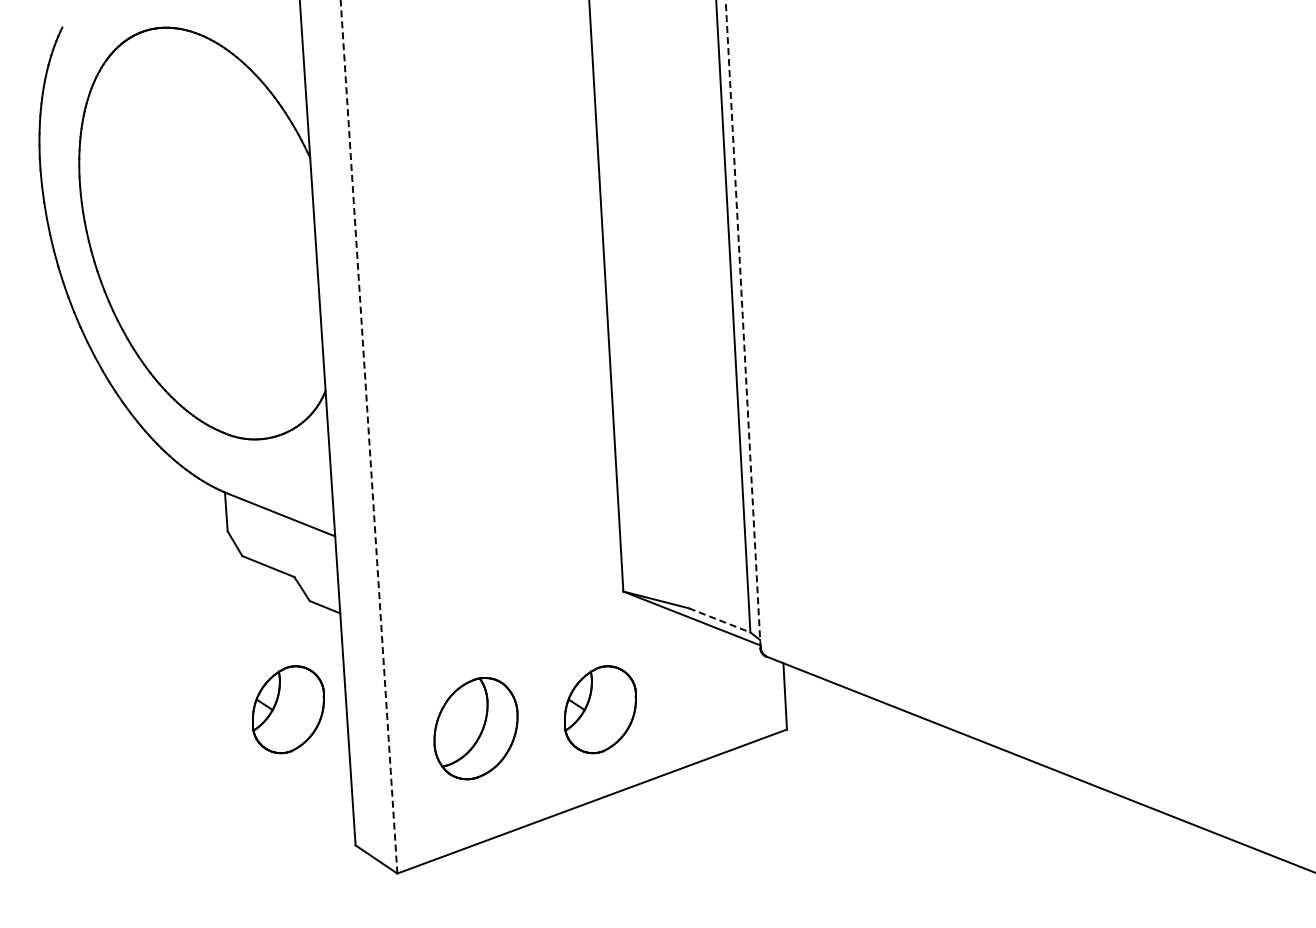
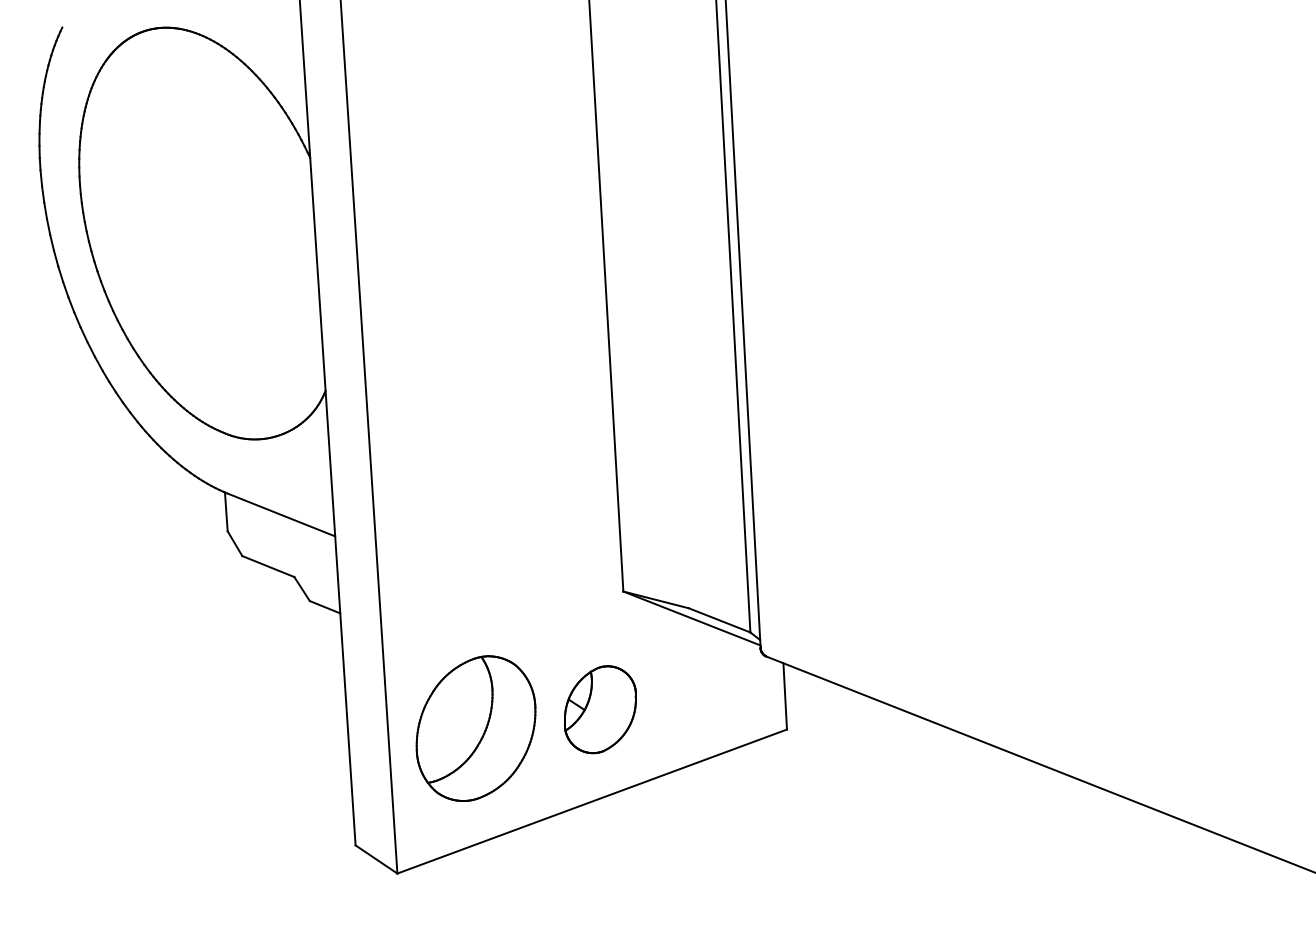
line at (743, 324): dashed -> solid
line at (369, 436): dashed -> solid
line at (720, 620): dashed -> solid
part at (288, 709): present -> none
part at (475, 728) size: 86x104 px -> 122x147 px
